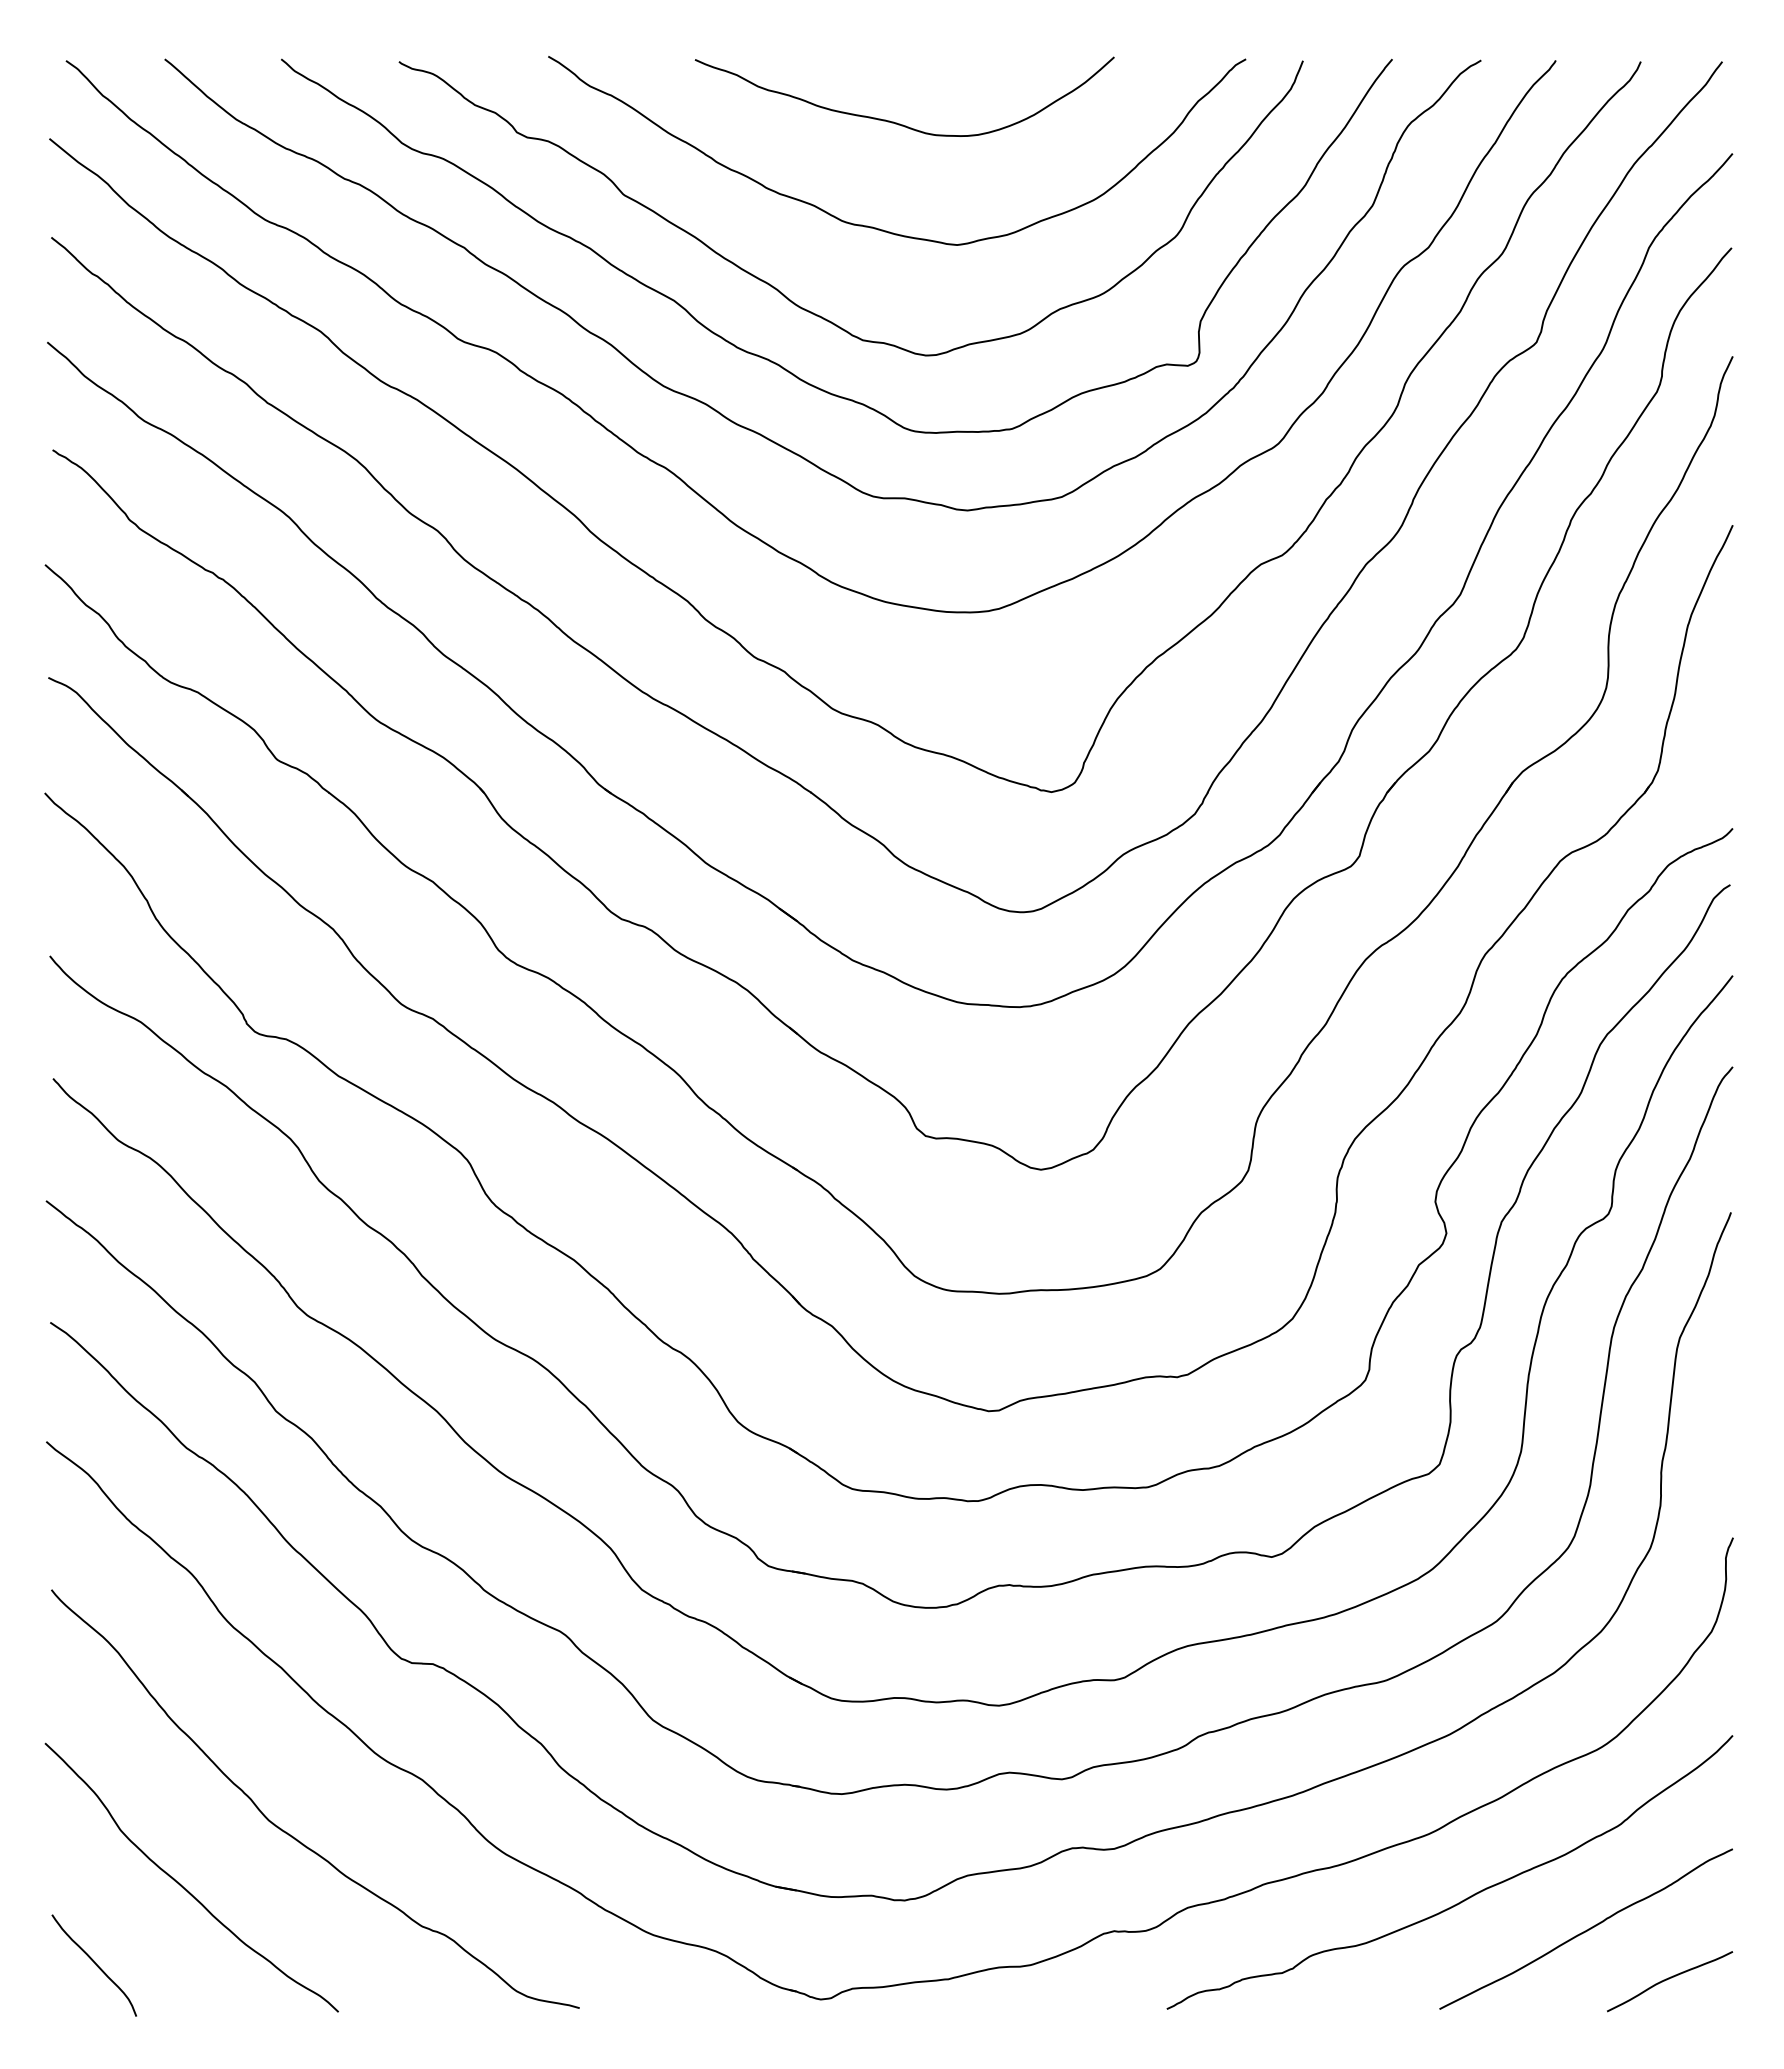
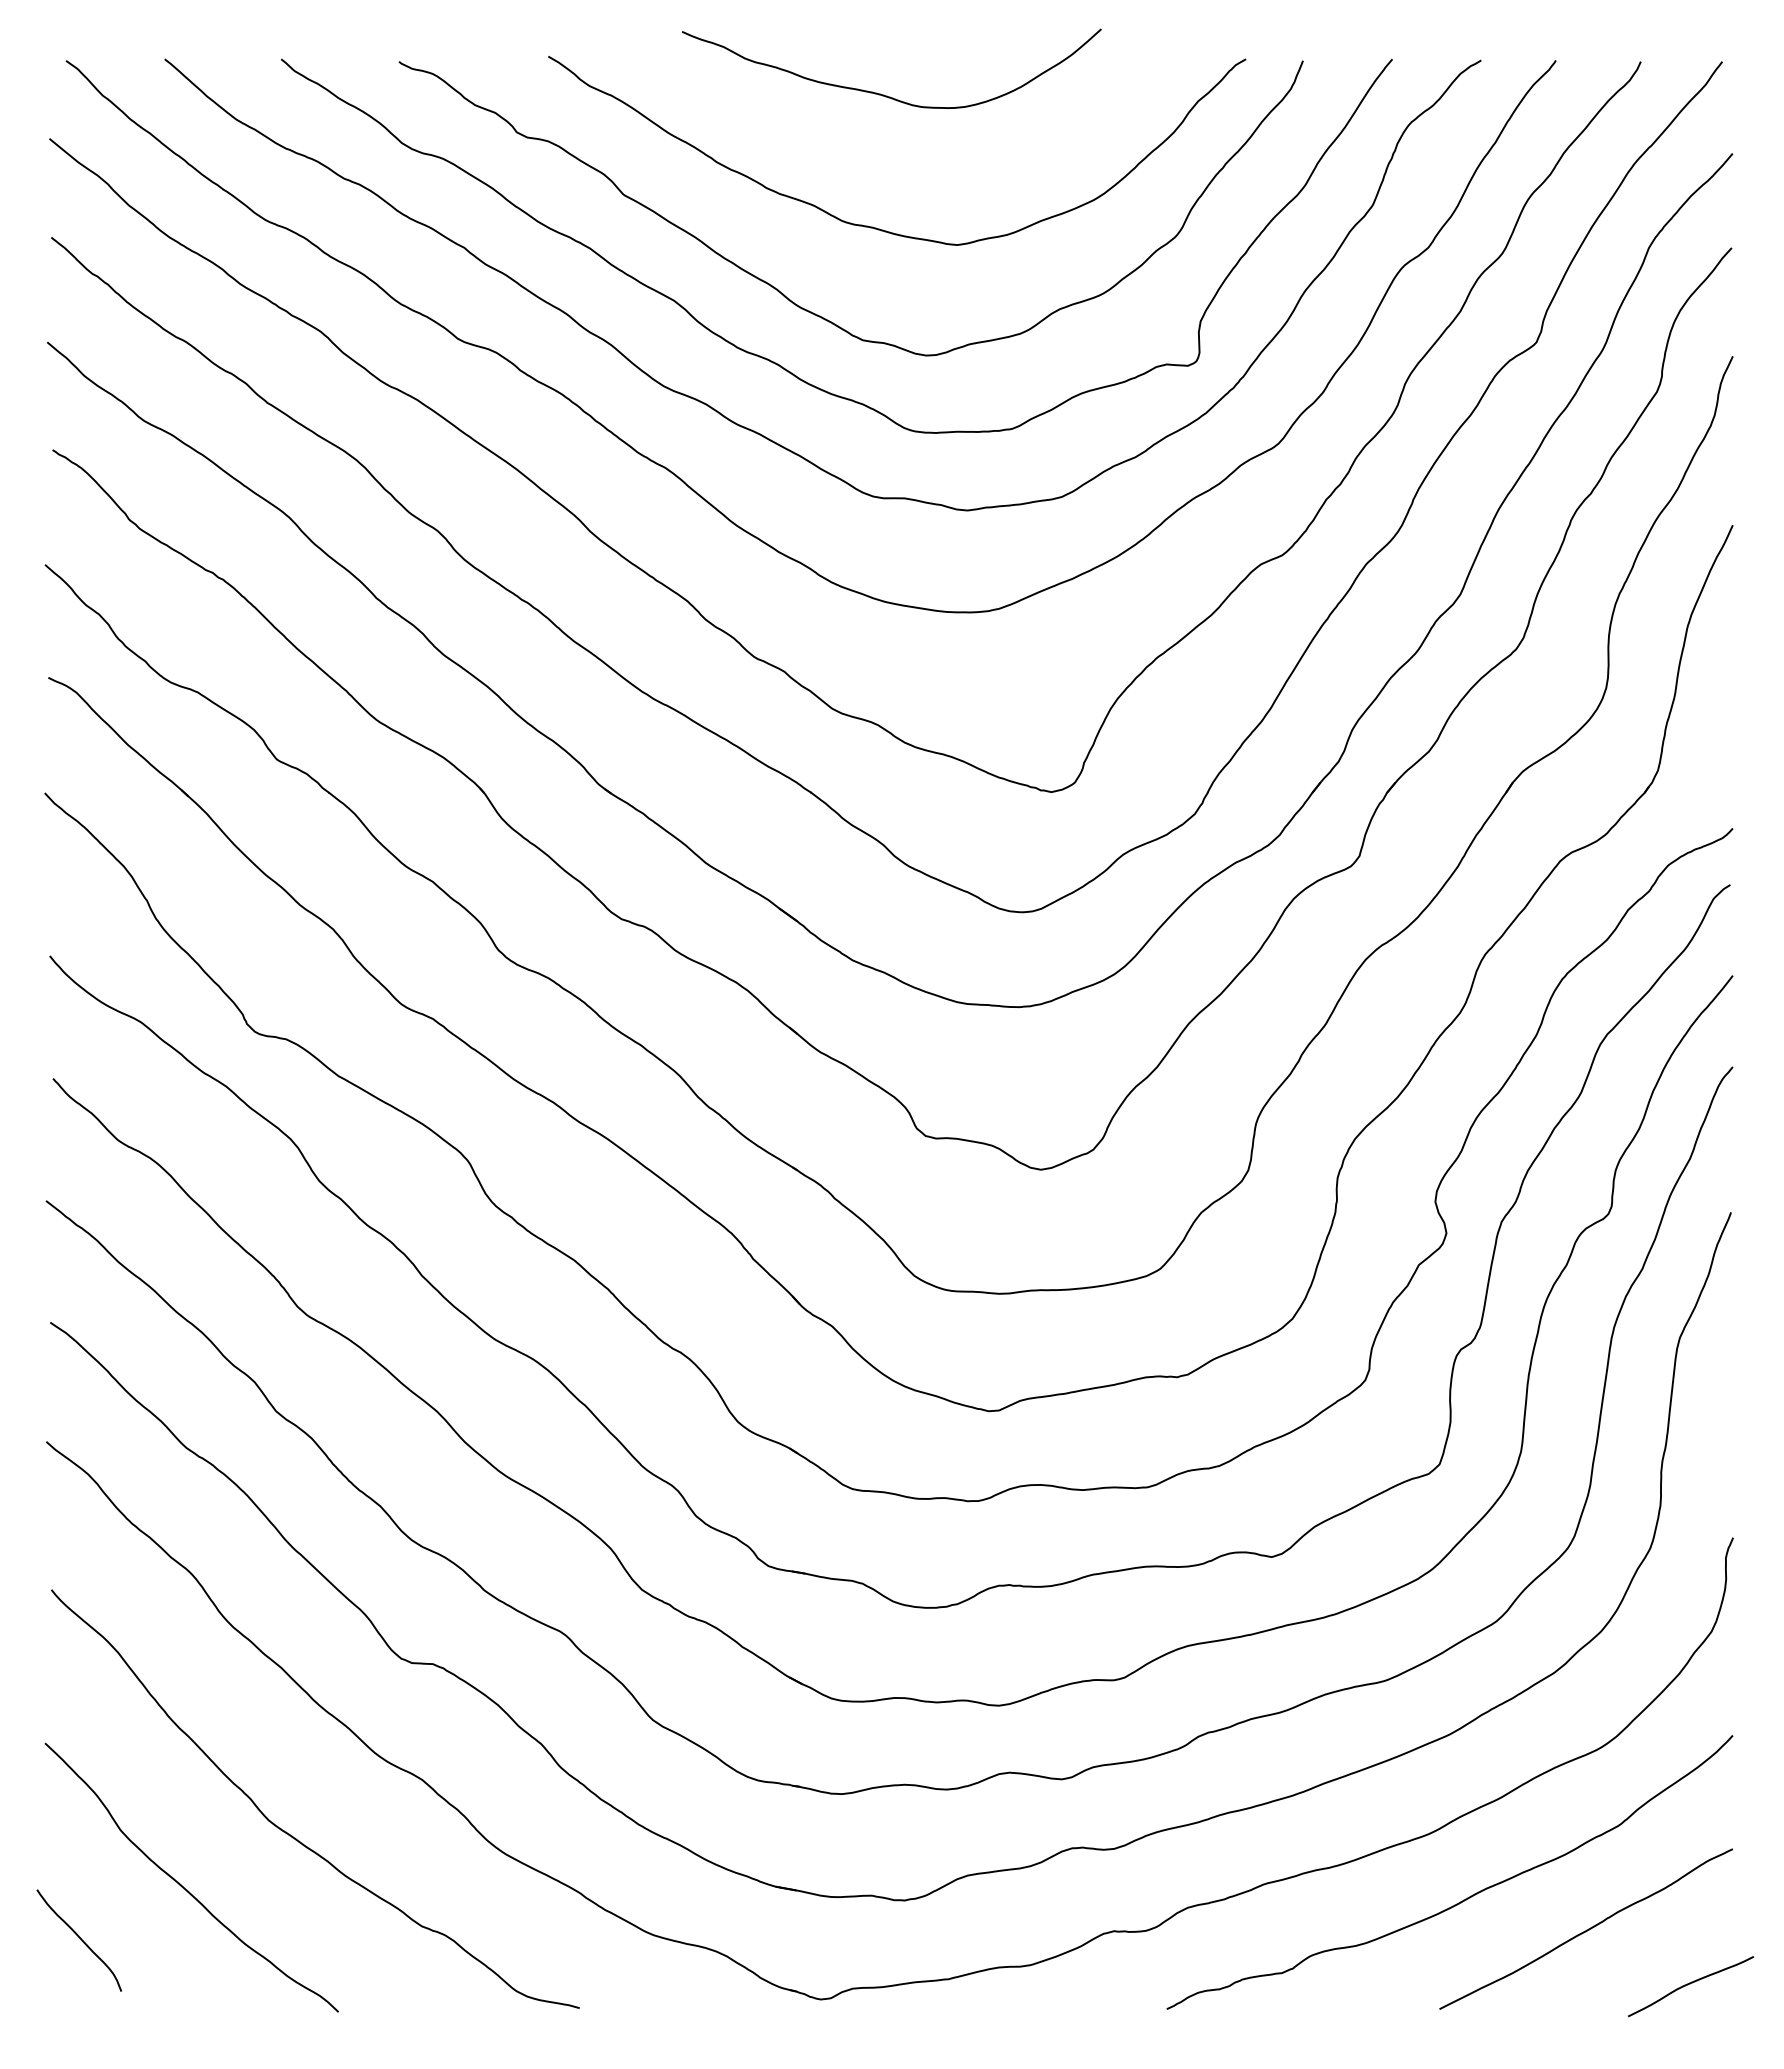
curve at (896, 122) position: (896, 122) -> (883, 94)
curve at (94, 1963) position: (94, 1963) -> (79, 1938)
curve at (1669, 1979) position: (1669, 1979) -> (1690, 1984)
